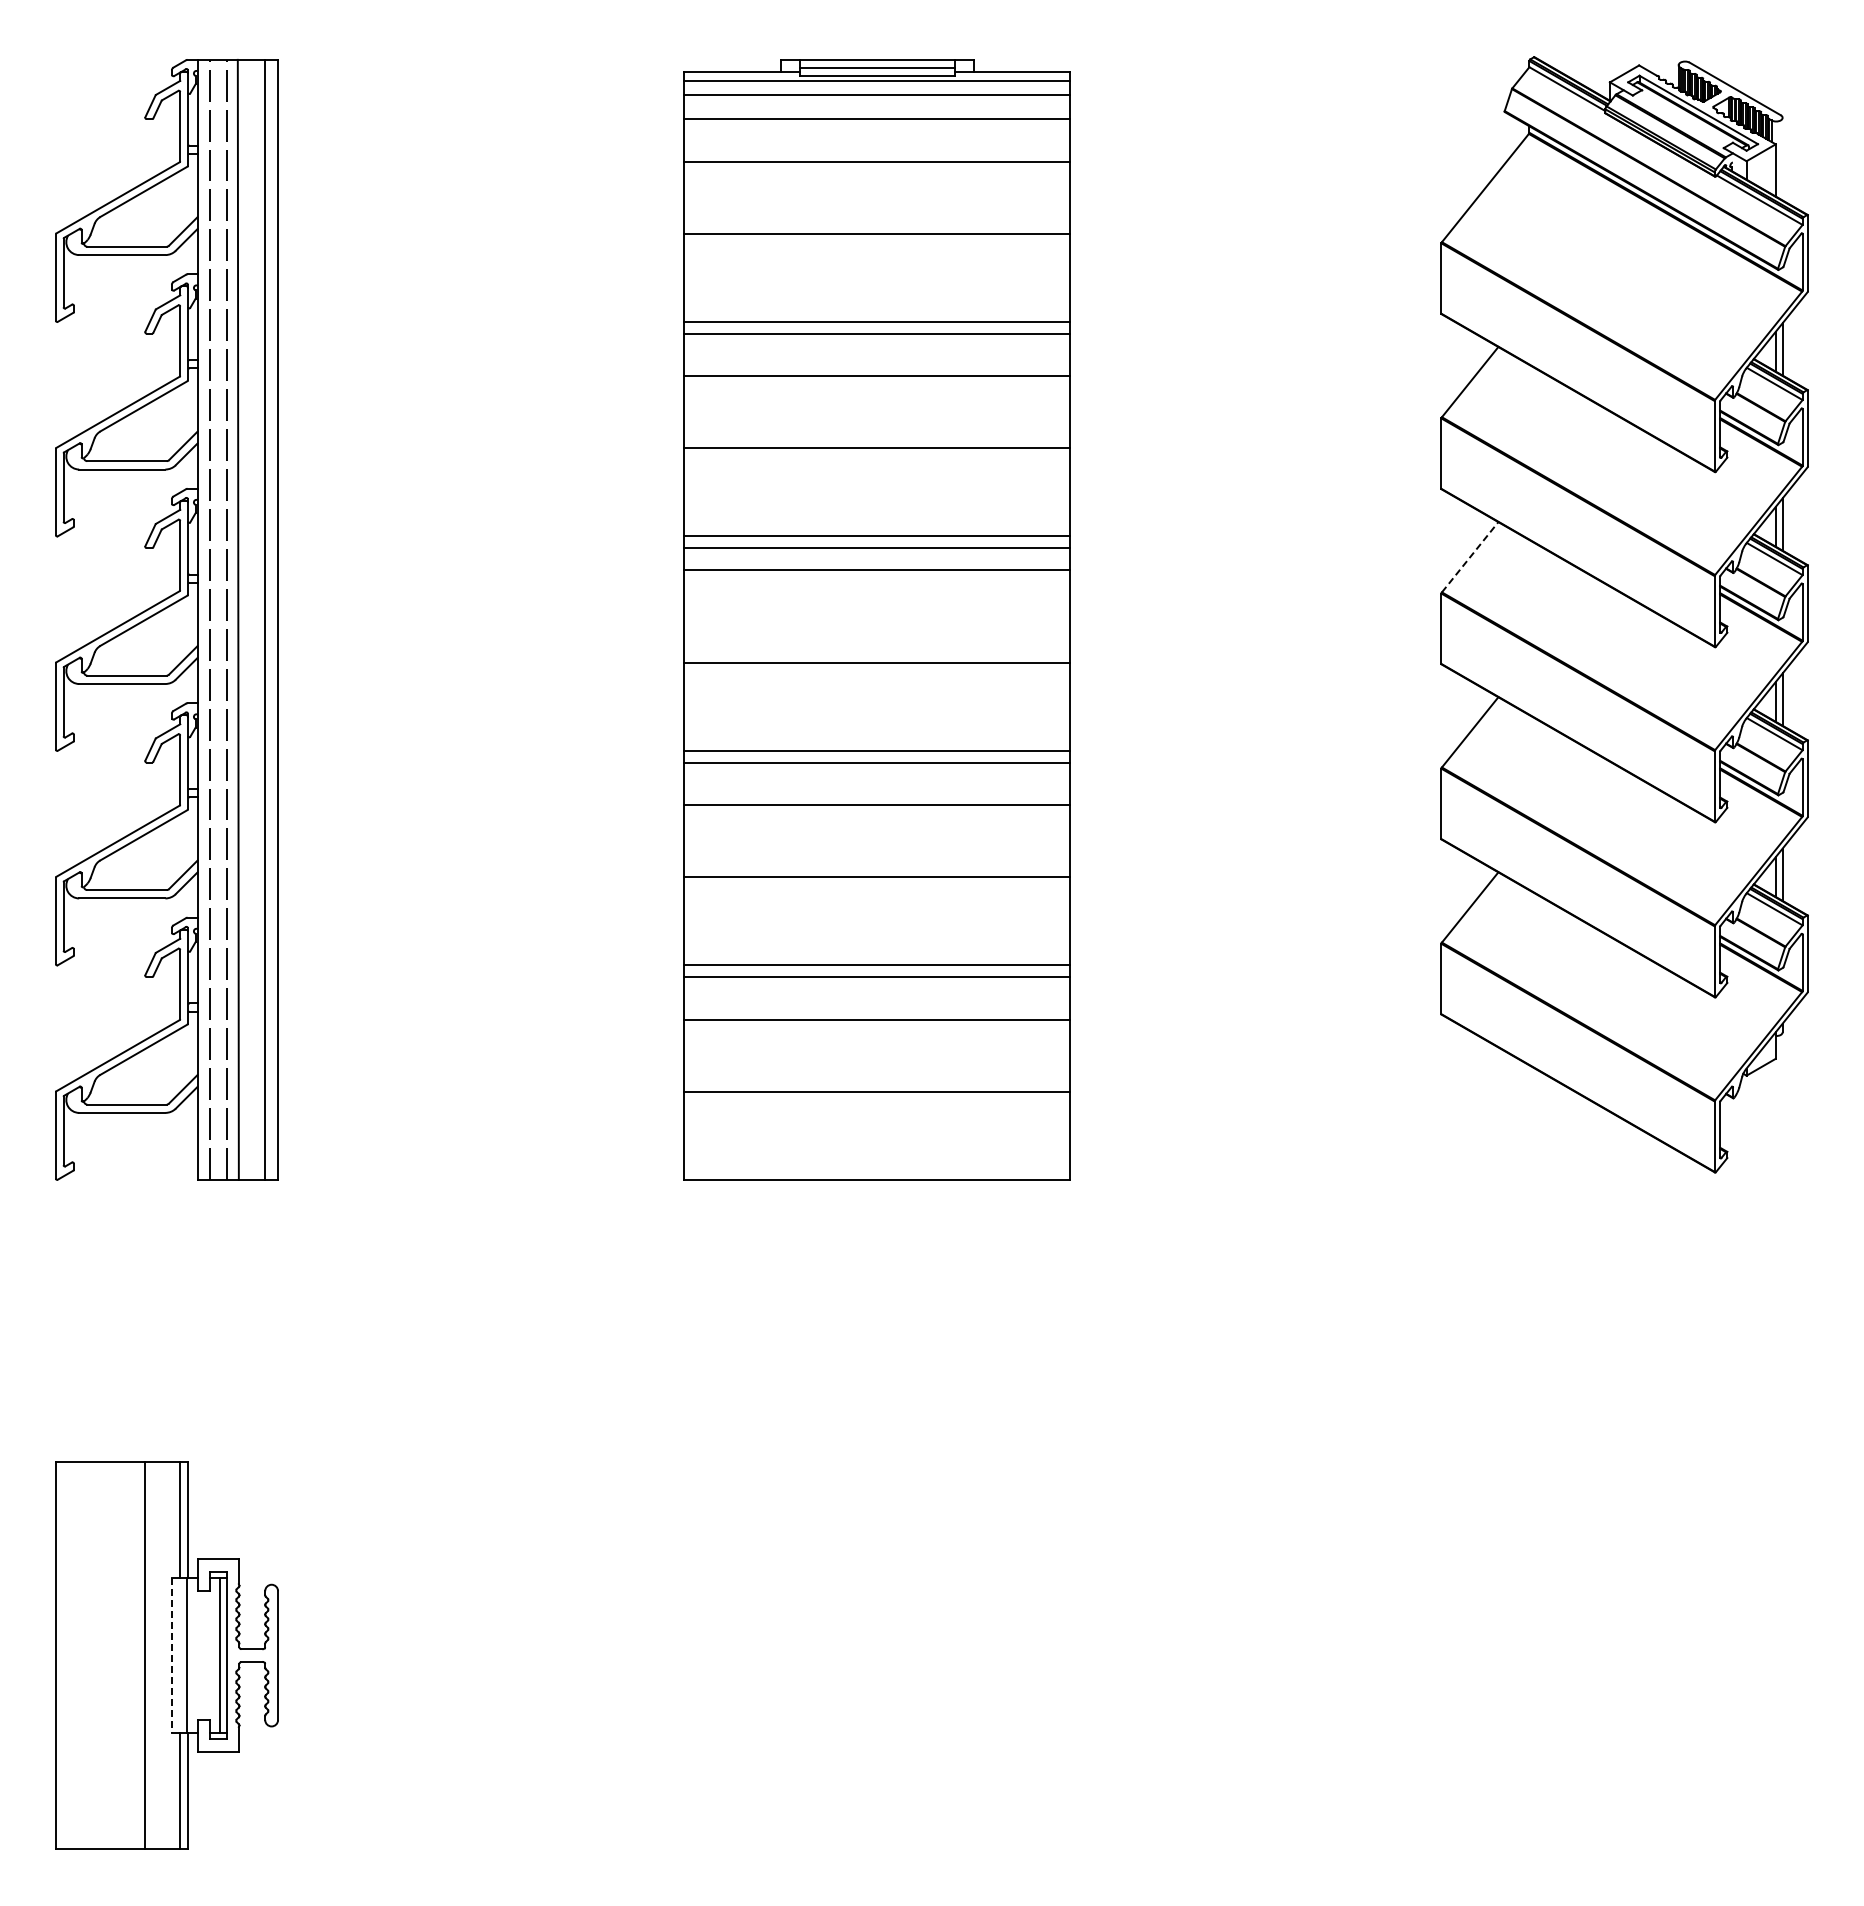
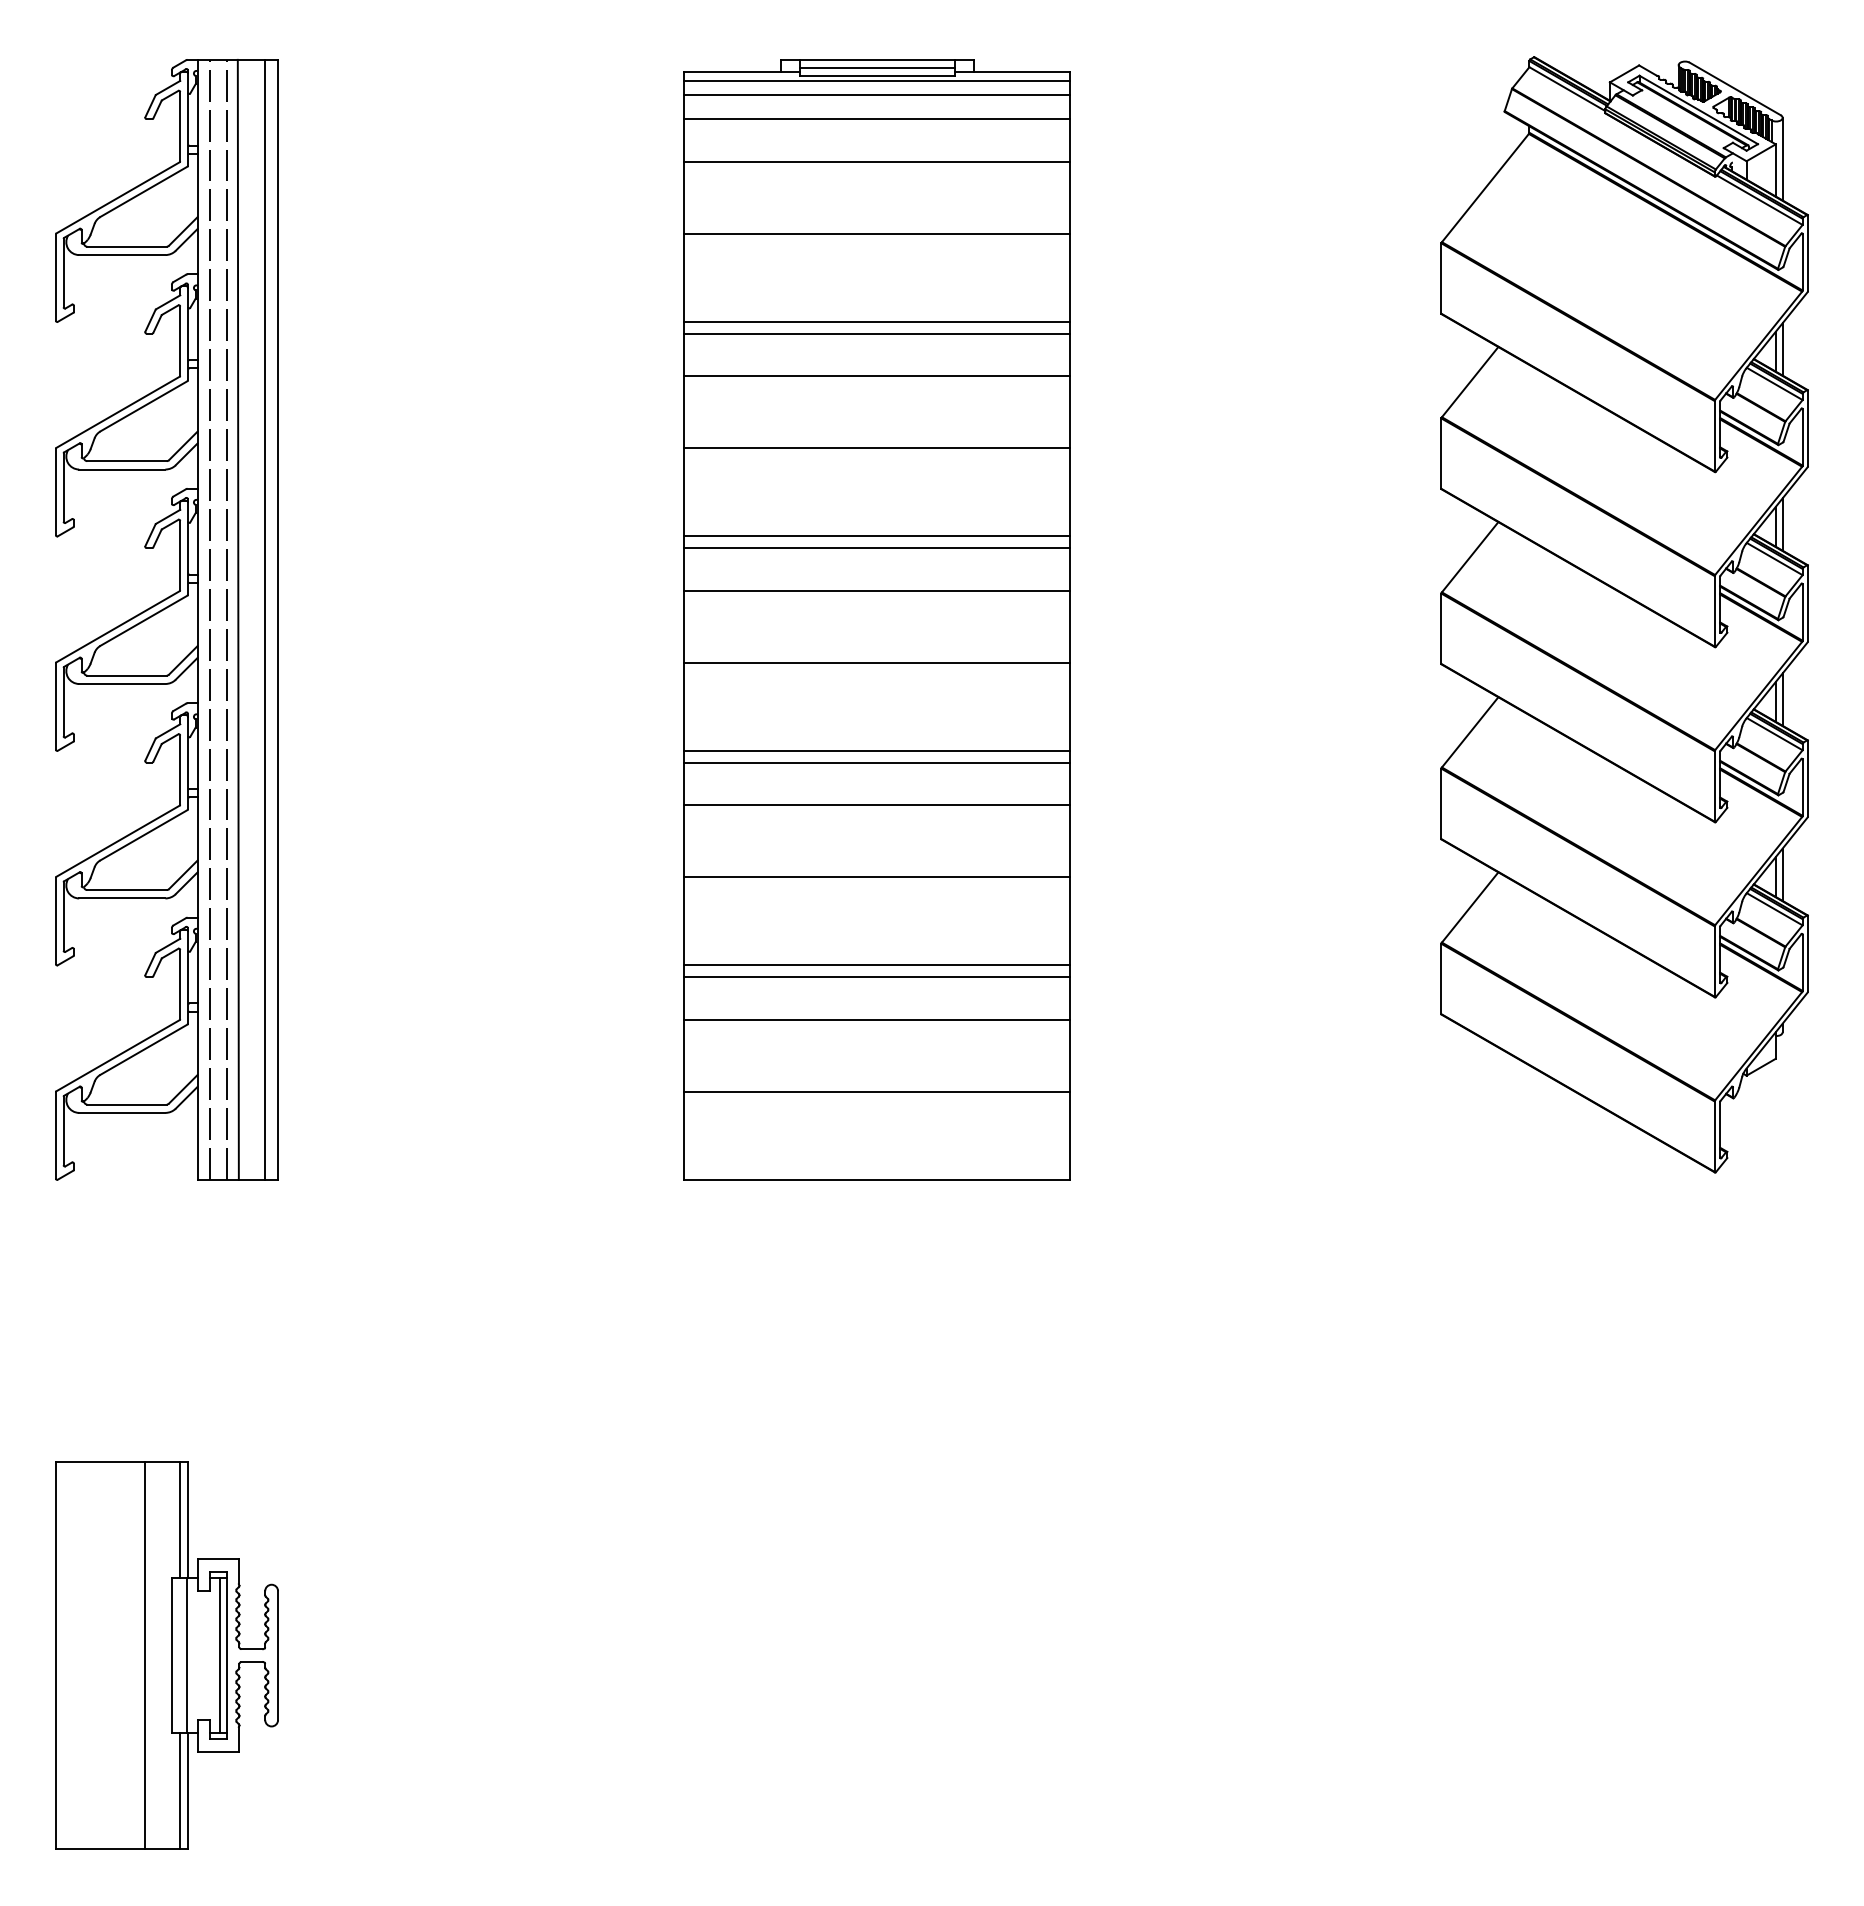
line at (1782, 158): none -> present
line at (1470, 556): dashed -> solid
line at (877, 569) position: (877, 569) -> (877, 590)
line at (171, 1656): dashed -> solid
